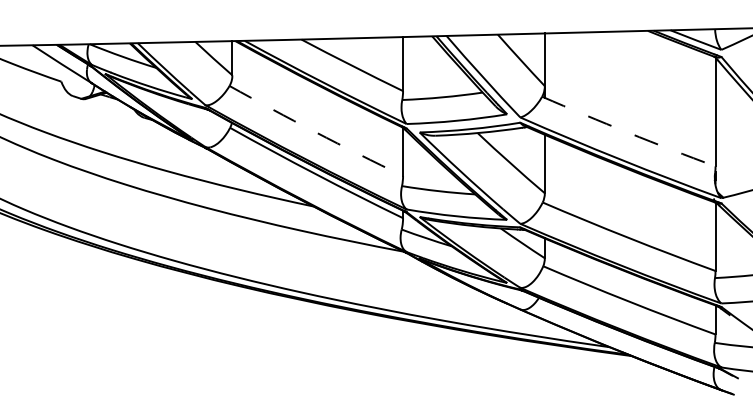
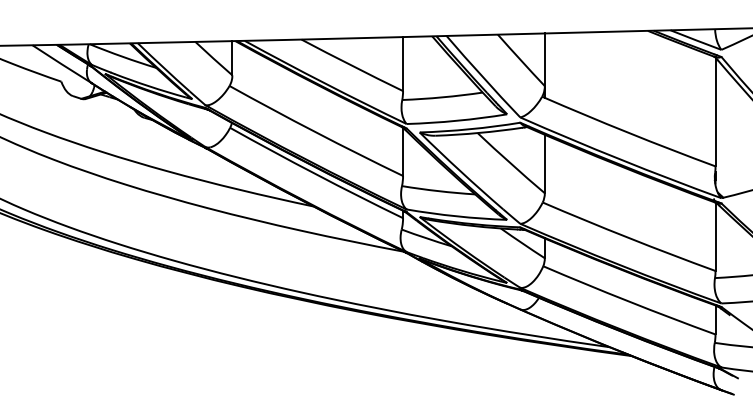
arc at (315, 132): dashed -> solid
arc at (628, 132): dashed -> solid
